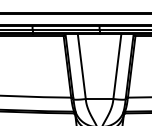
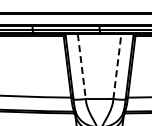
line at (81, 66): solid -> dashed
line at (117, 66): solid -> dashed
